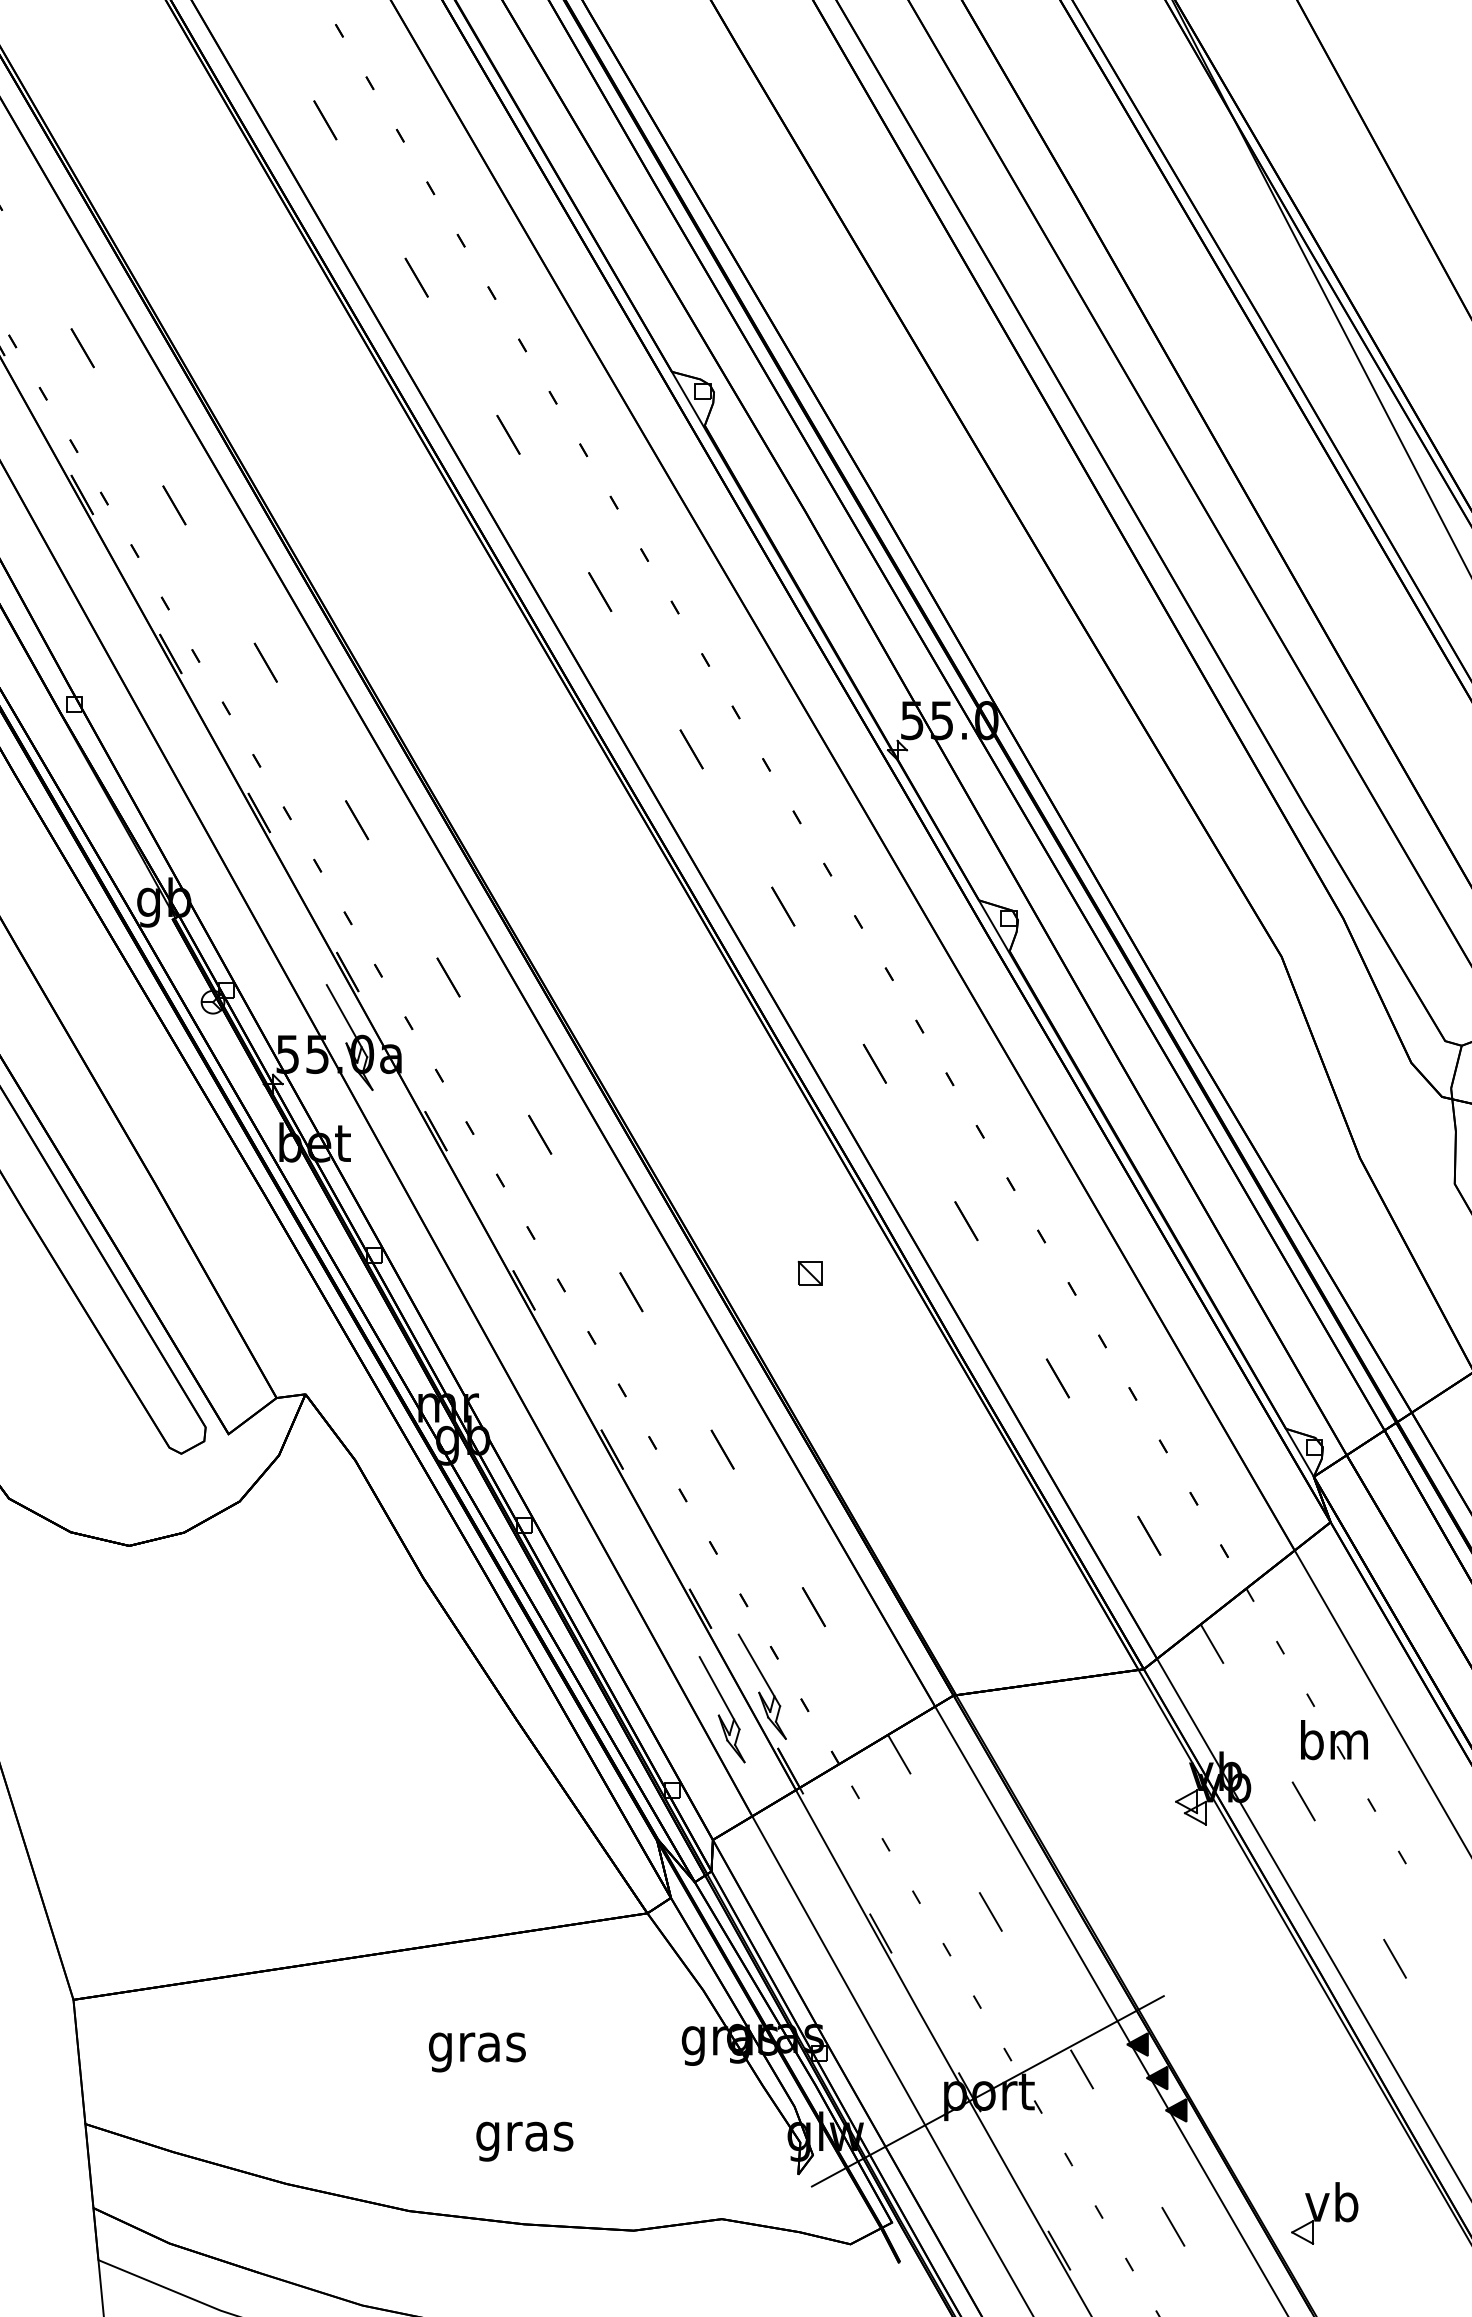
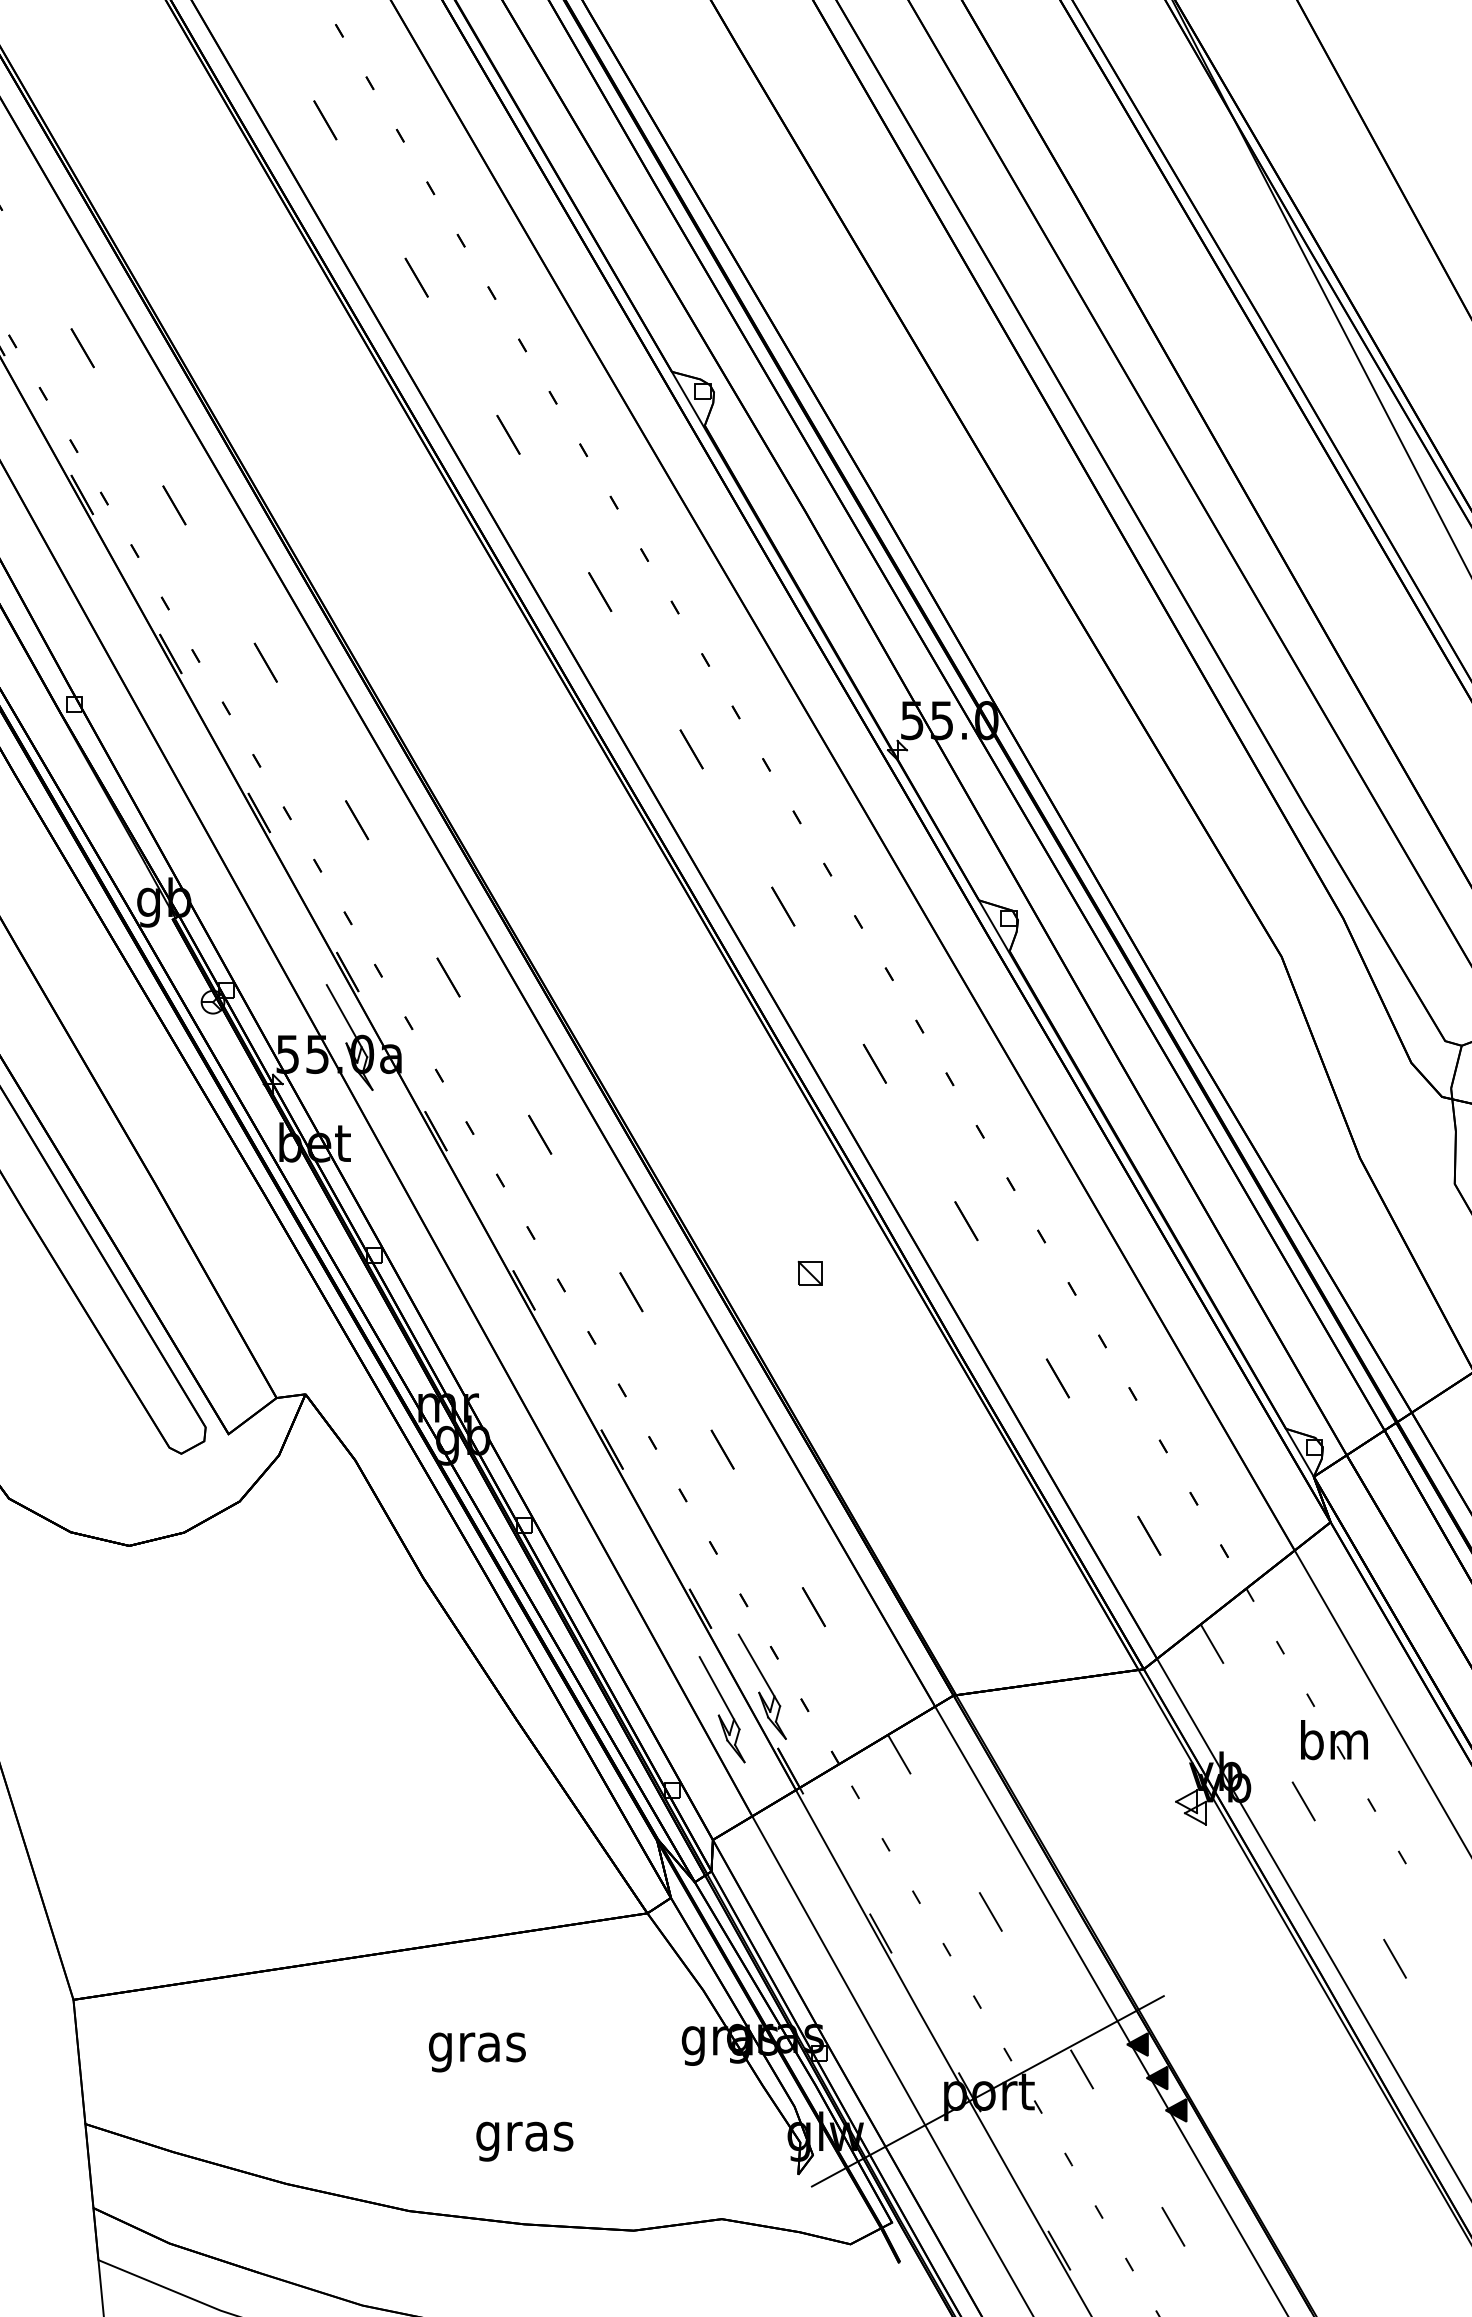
part at (1324, 2213): present -> none
